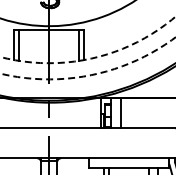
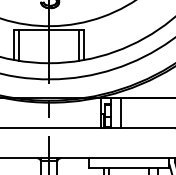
arc at (94, 57): dashed -> solid
arc at (92, 74): dashed -> solid
